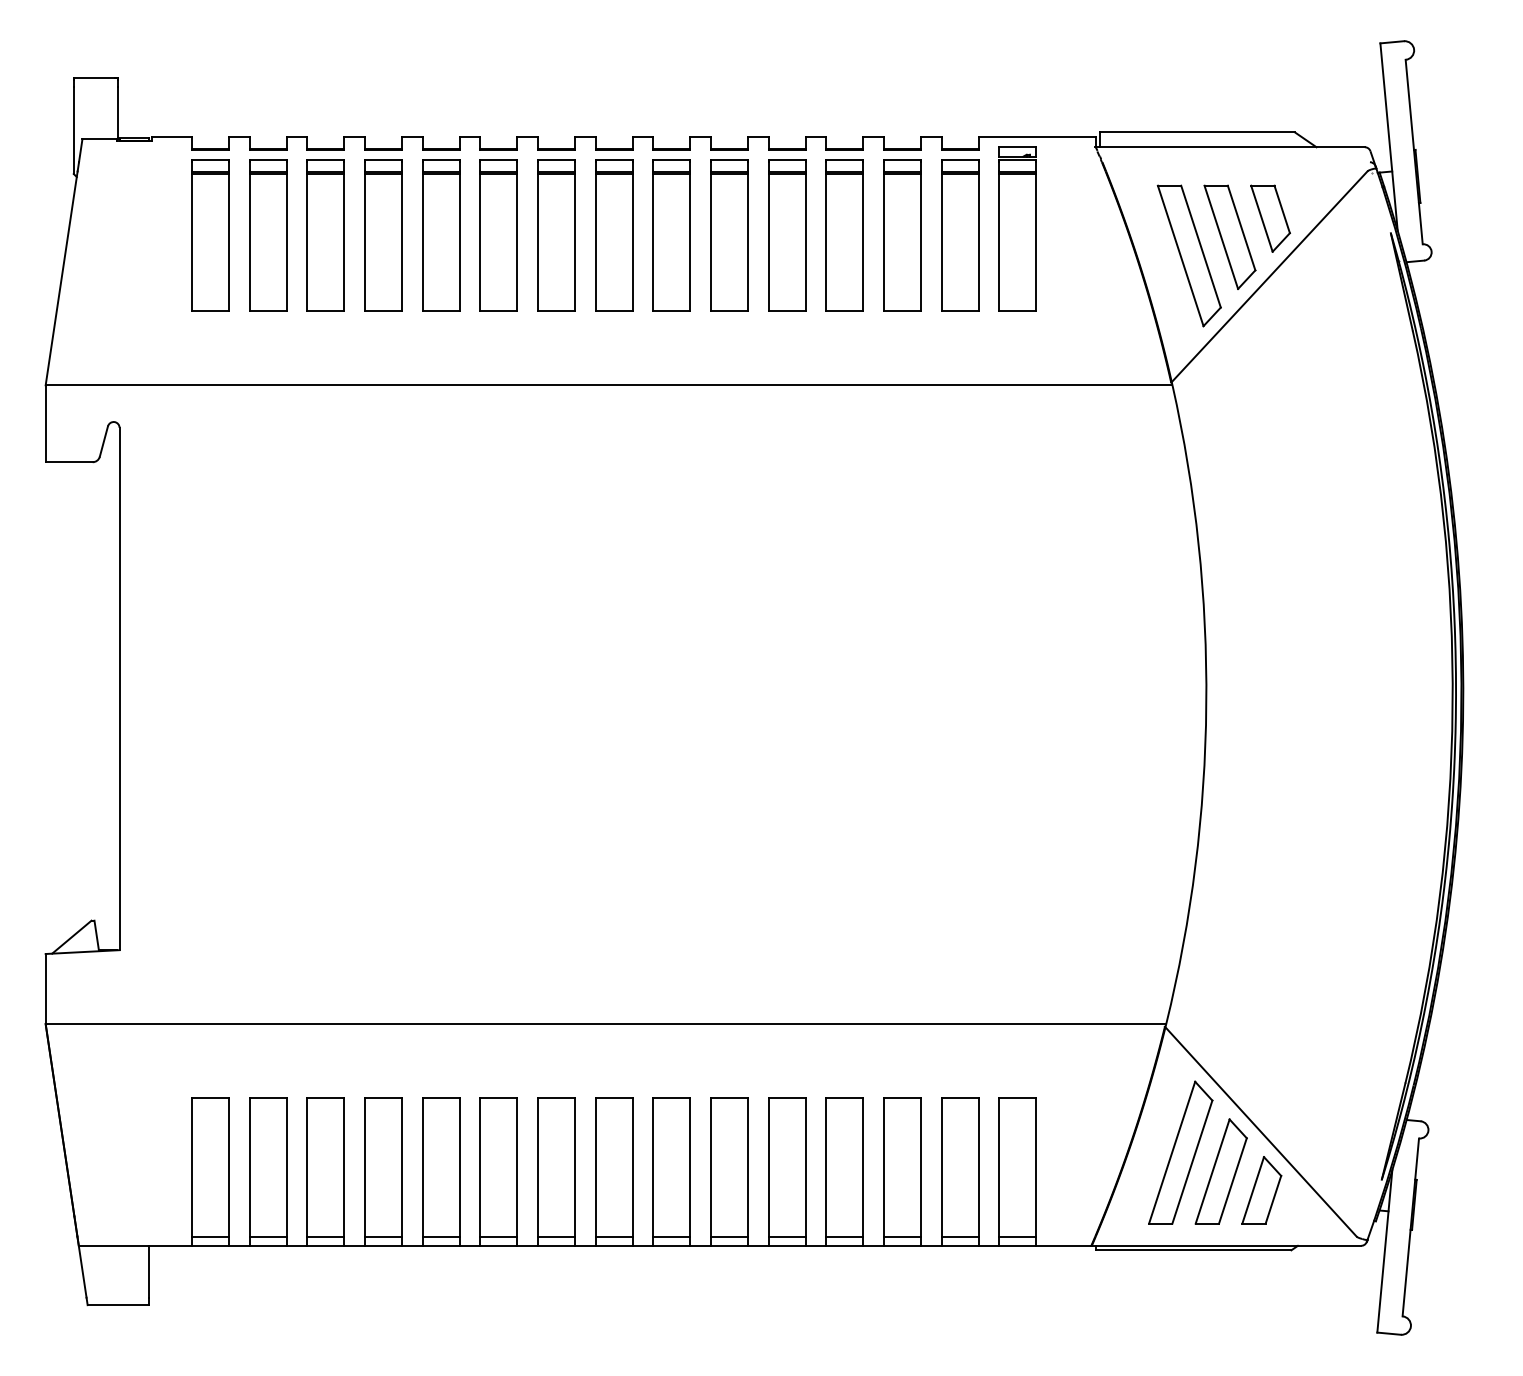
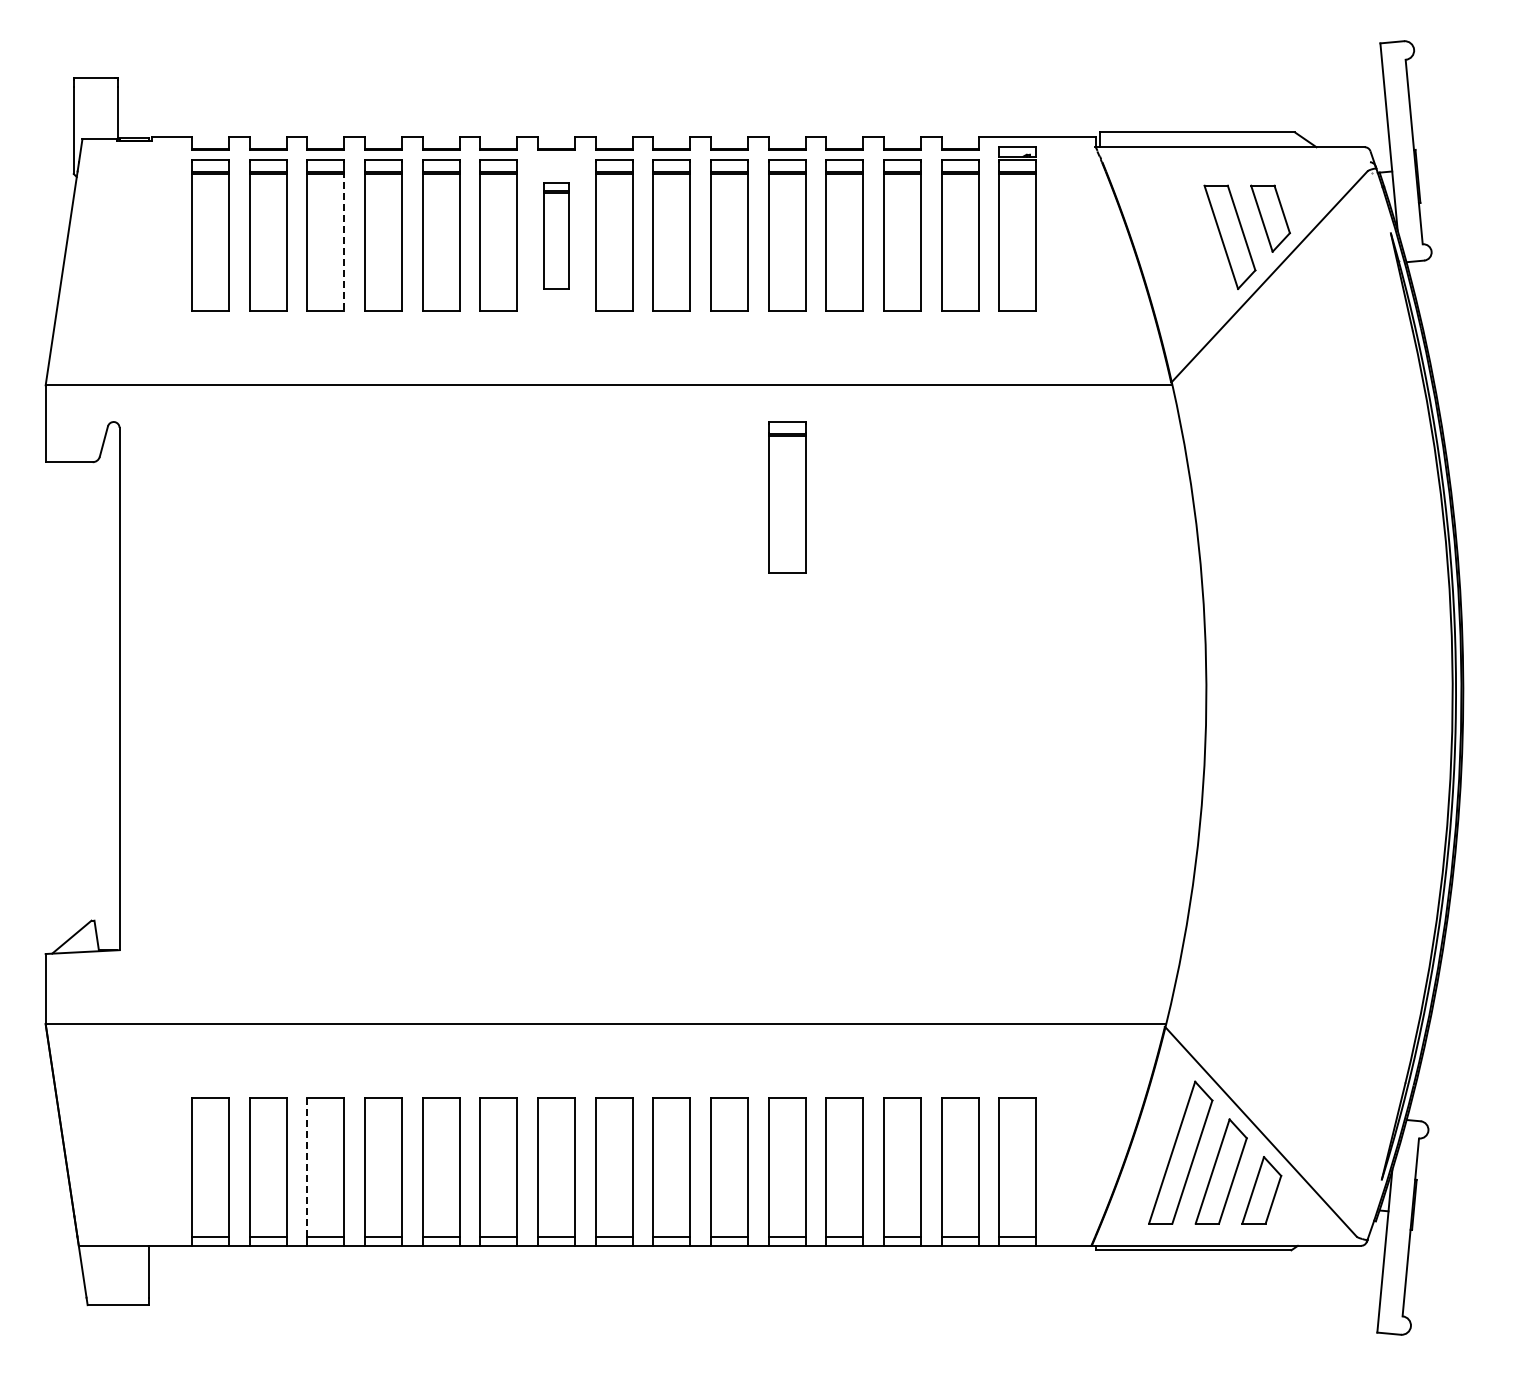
part at (556, 235) size: 39x153 px -> 27x108 px
line at (344, 241): solid -> dashed
part at (1188, 255): present -> none
part at (787, 497): none -> present
line at (307, 1166): solid -> dashed
